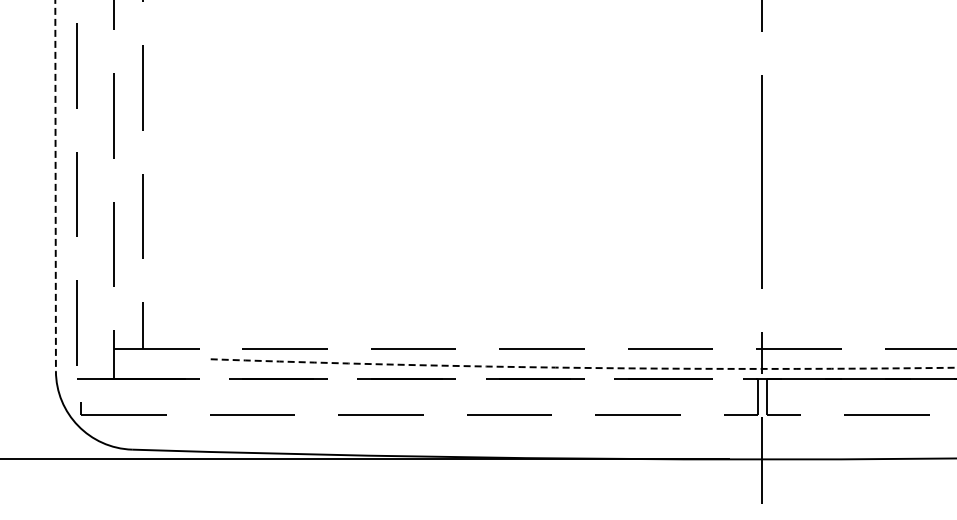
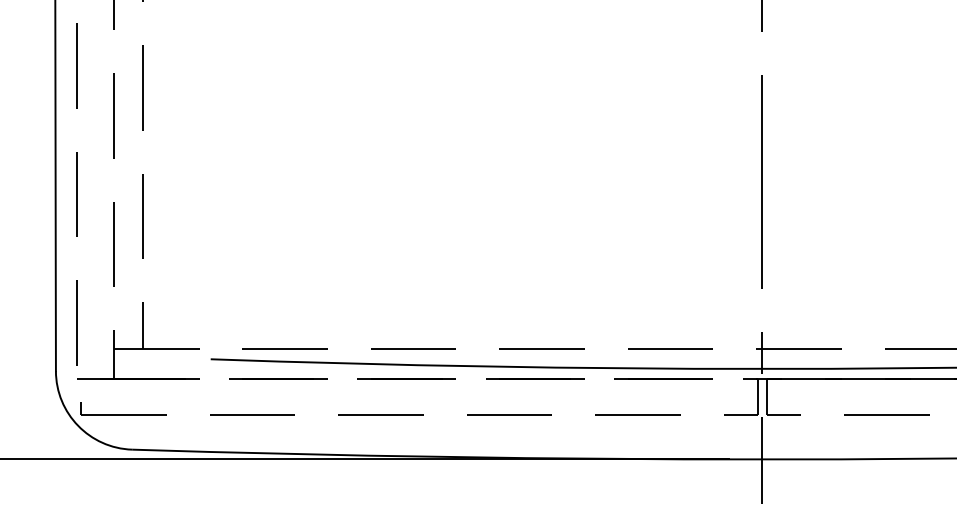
line at (55, 186): dashed -> solid
arc at (583, 367): dashed -> solid
